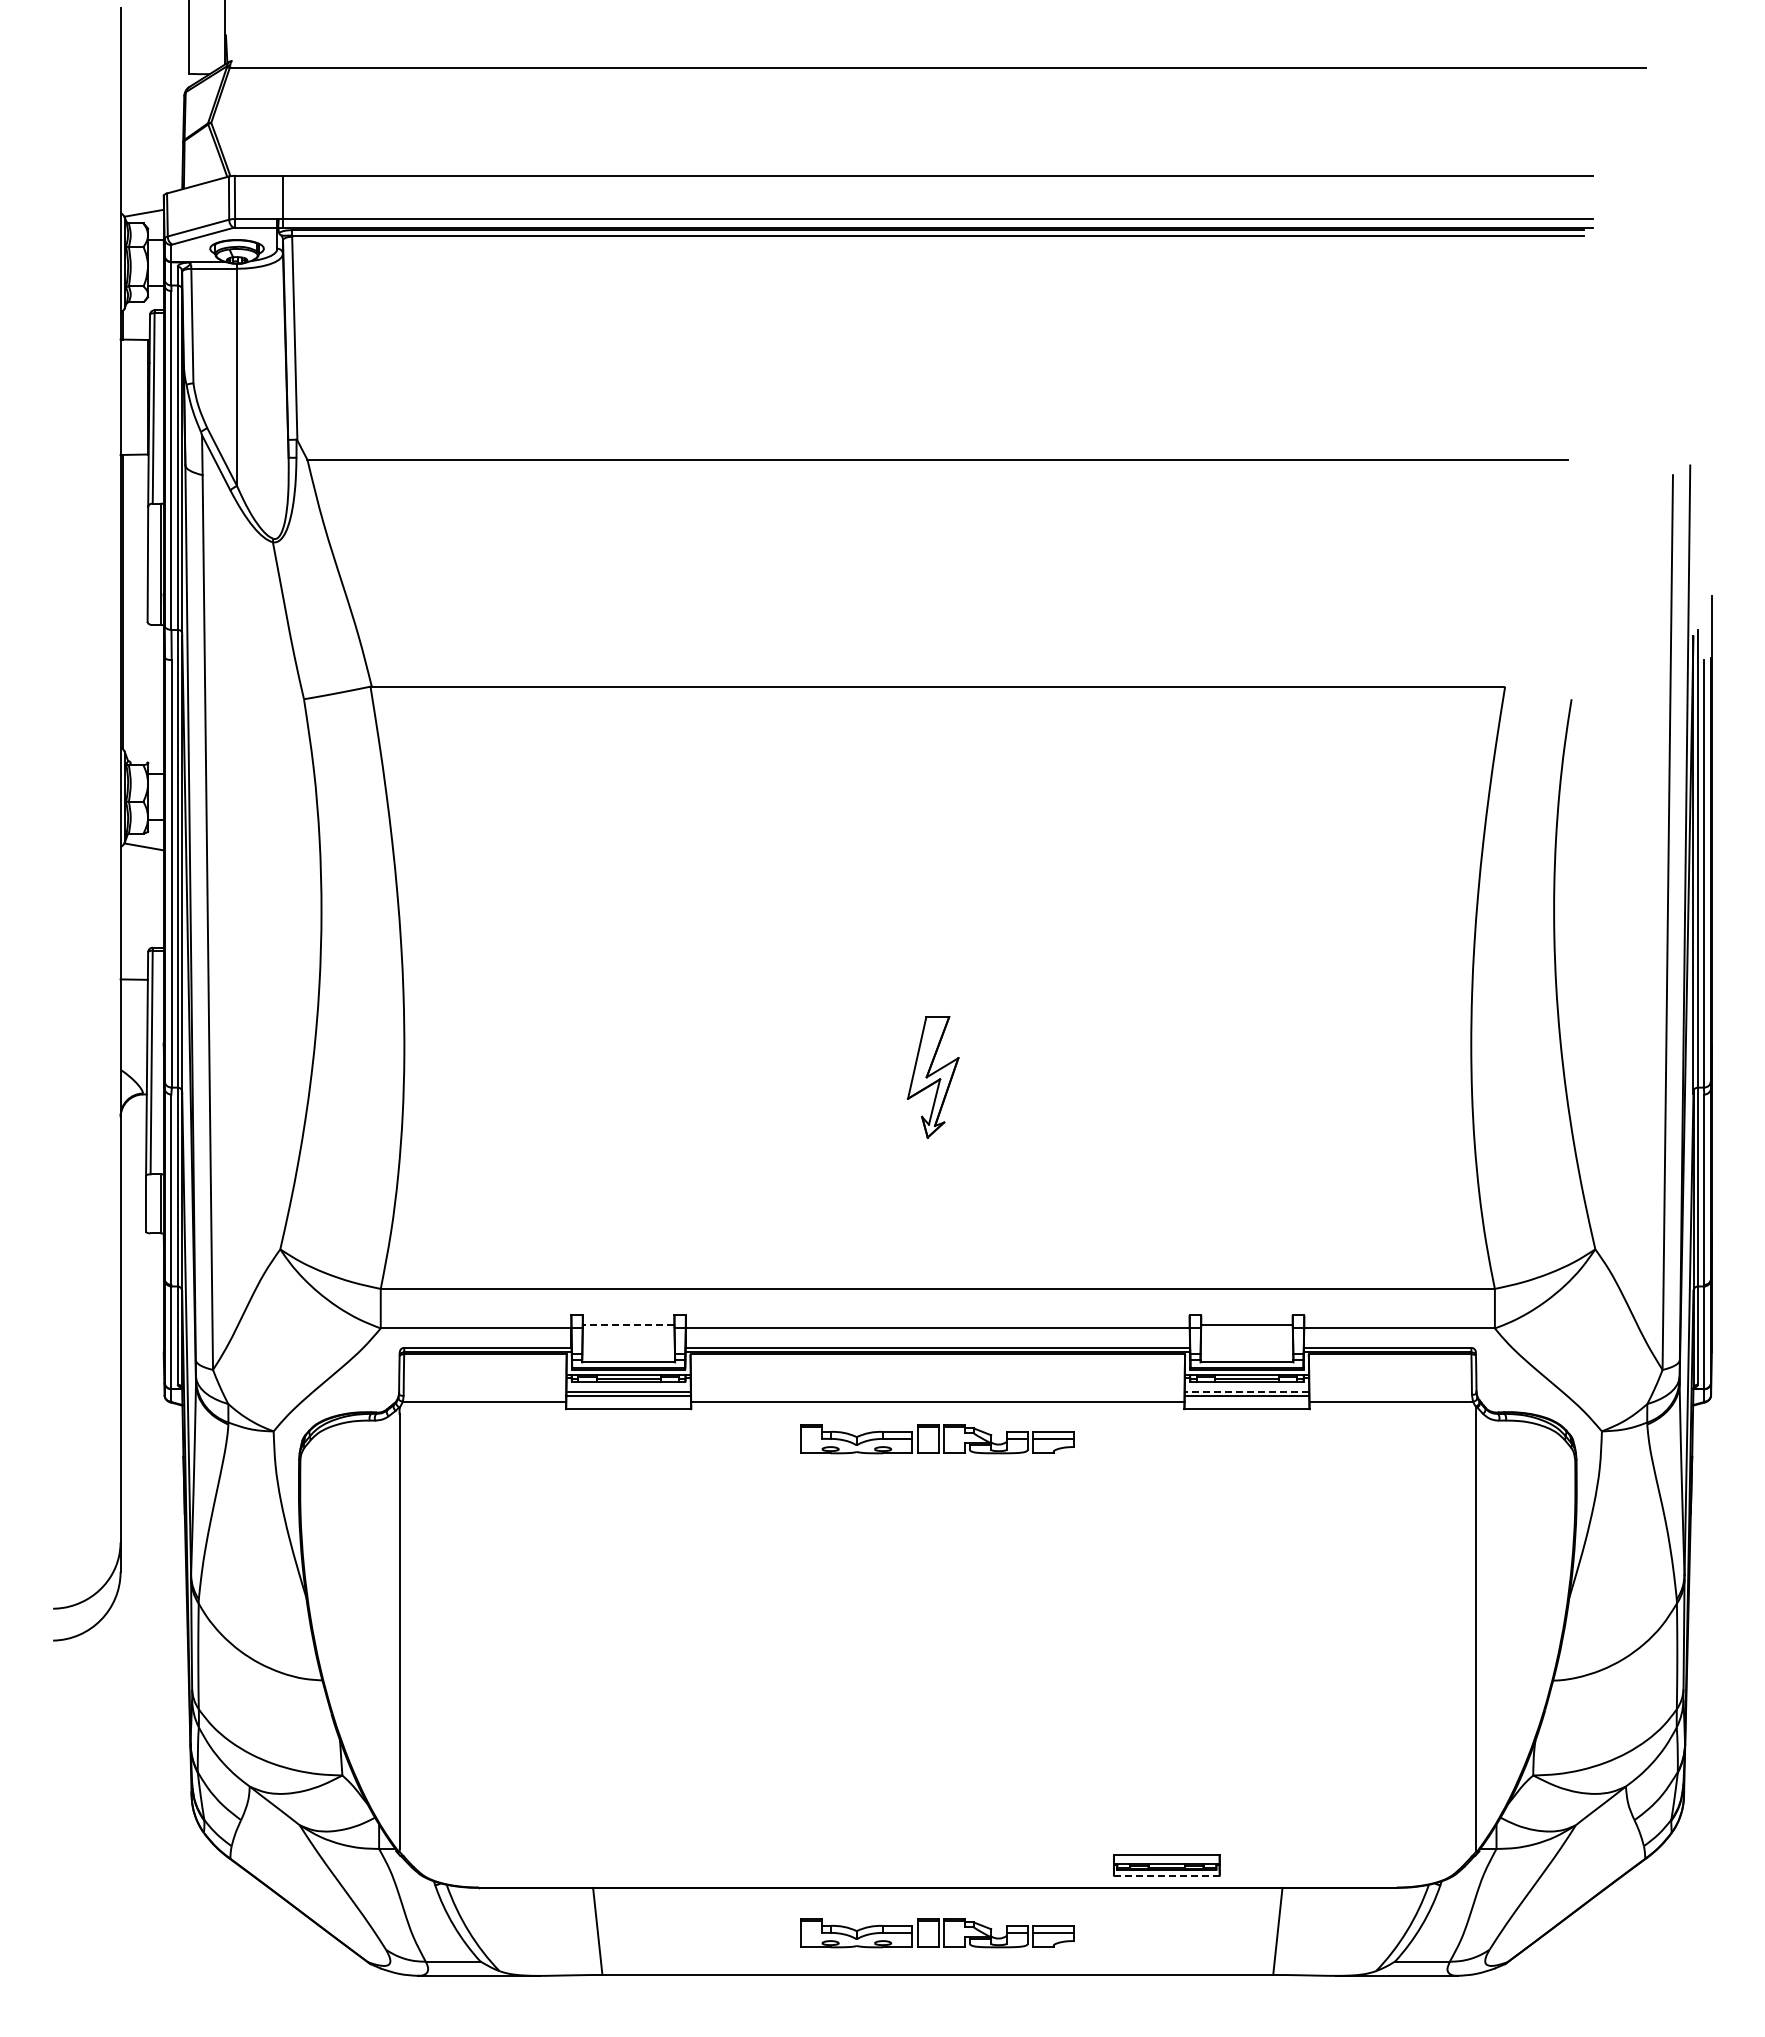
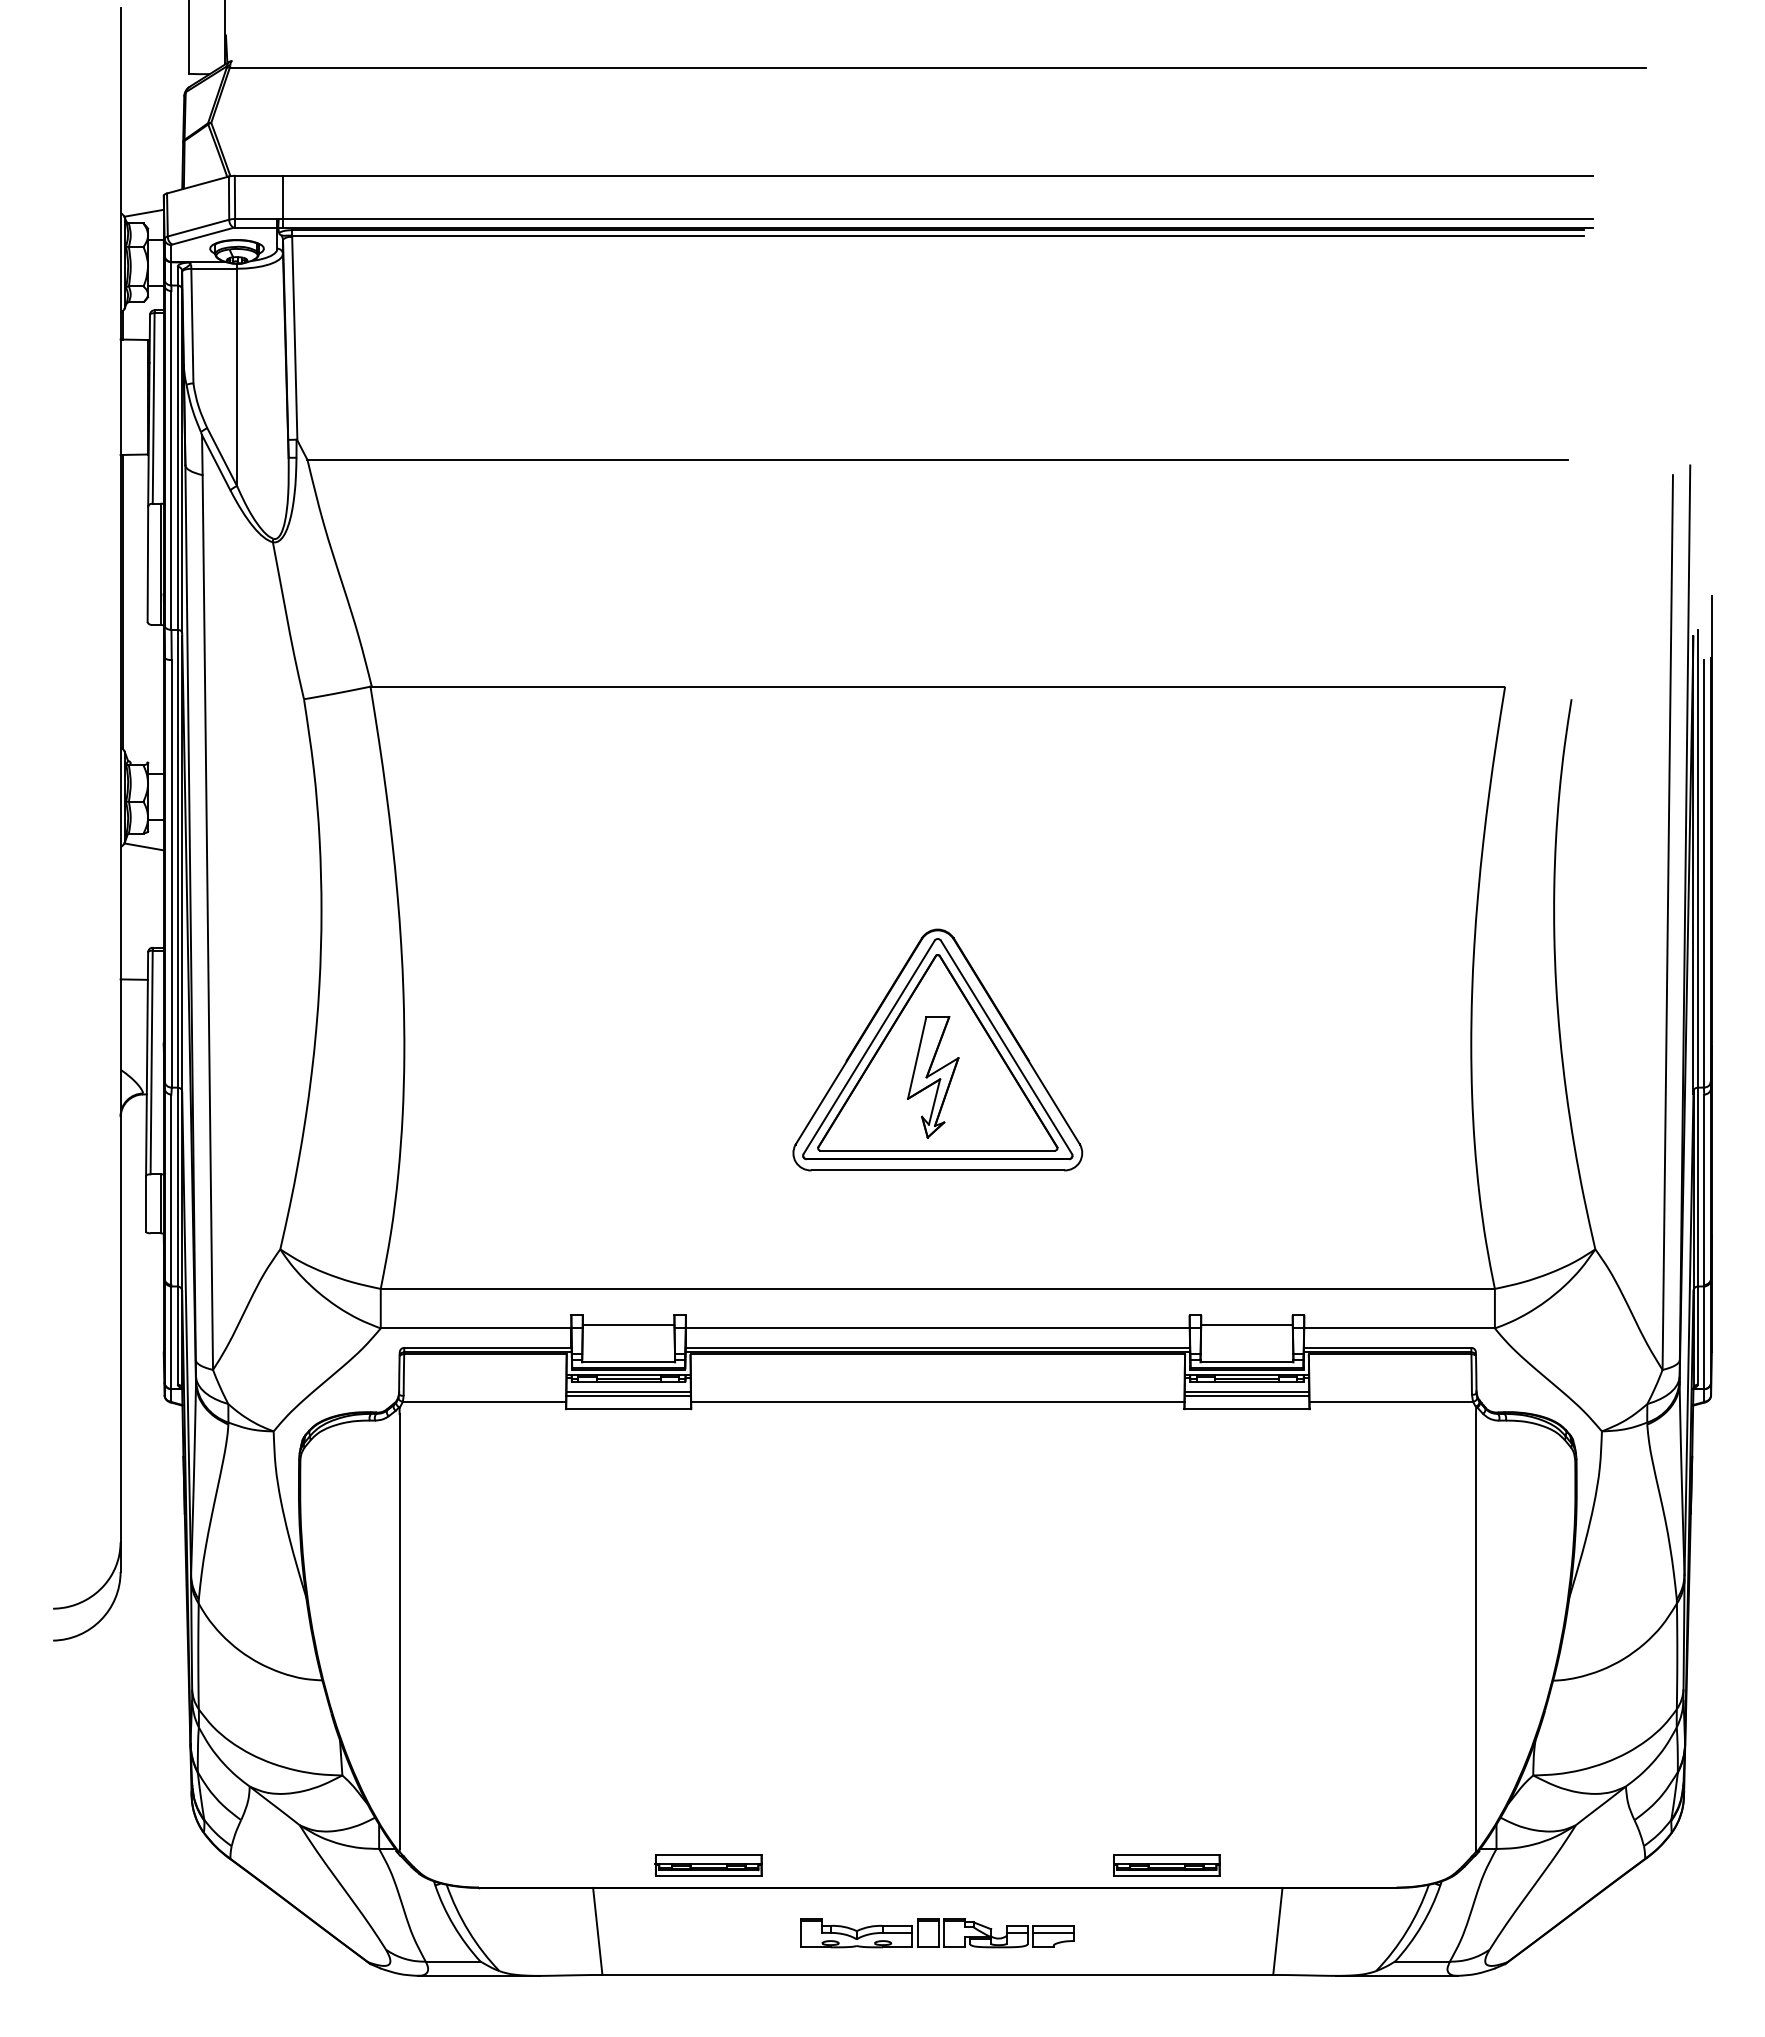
part at (937, 1049): none -> present
line at (628, 1325): dashed -> solid
line at (1246, 1391): dashed -> solid
part at (937, 1439): present -> none
part at (708, 1865): none -> present
line at (1166, 1875): dashed -> solid
